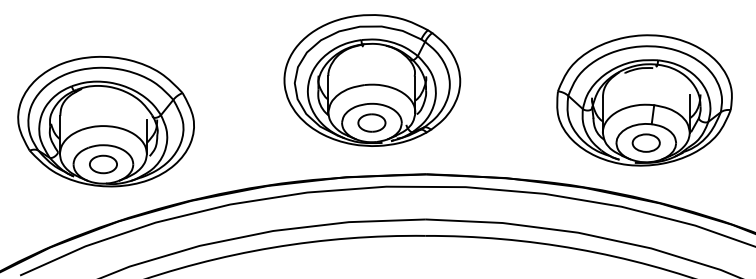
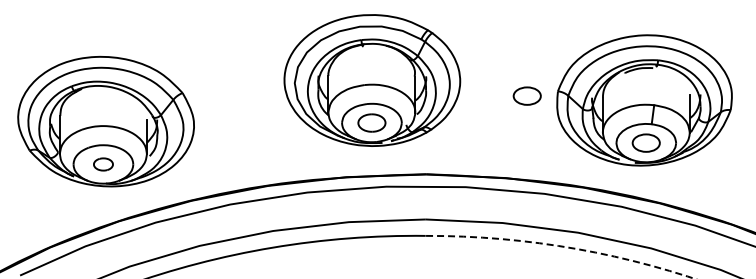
part at (526, 95): none -> present
part at (103, 164) size: 29x21 px -> 21x15 px
arc at (561, 246): solid -> dashed
